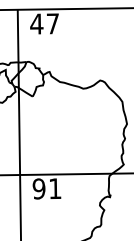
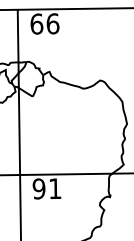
text at (44, 23): 47 -> 66
